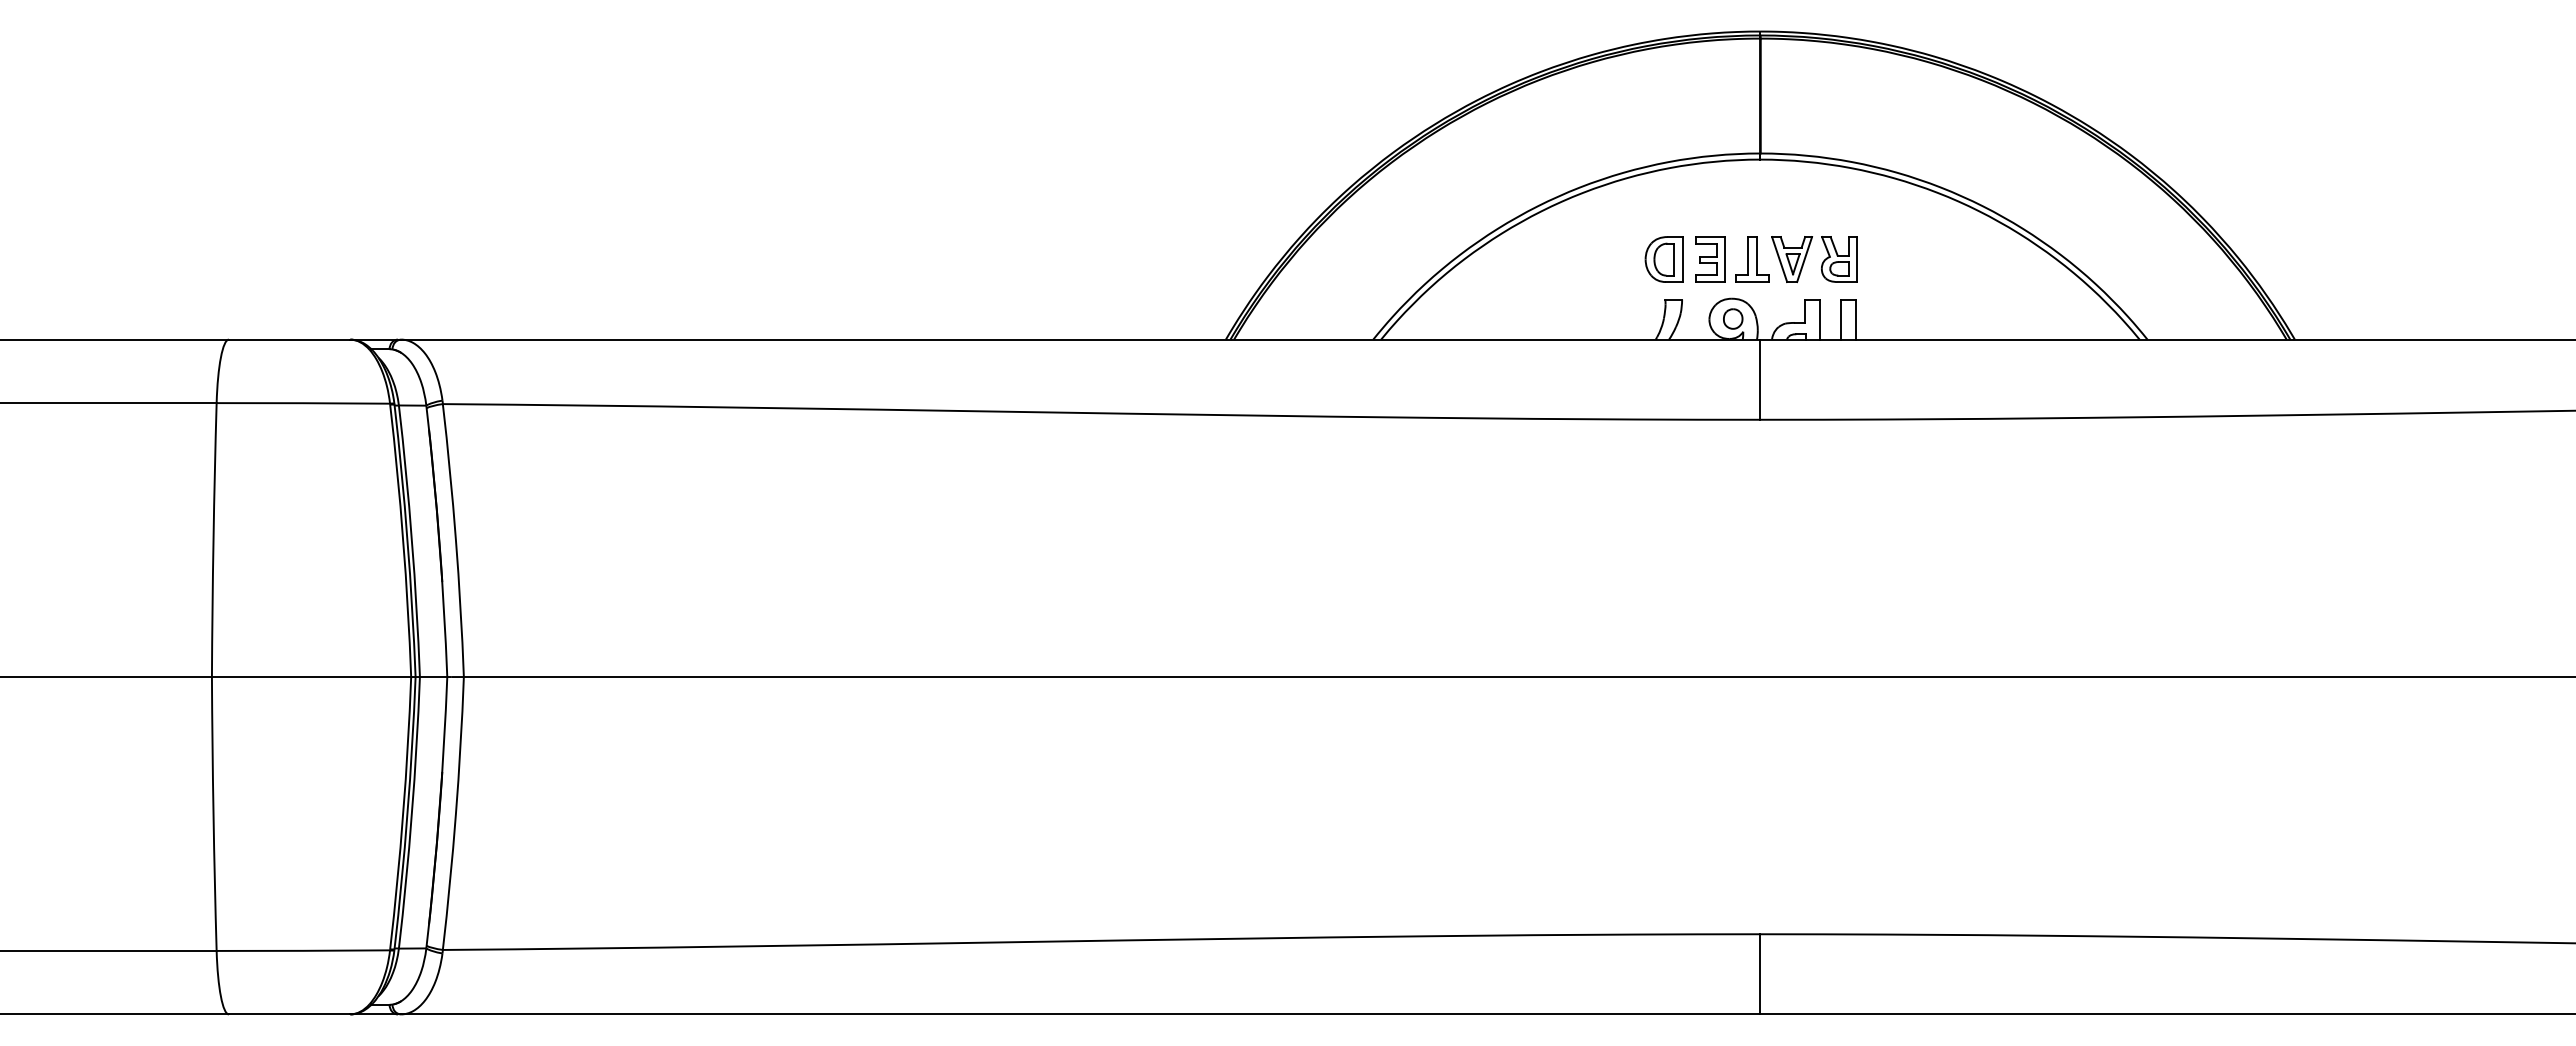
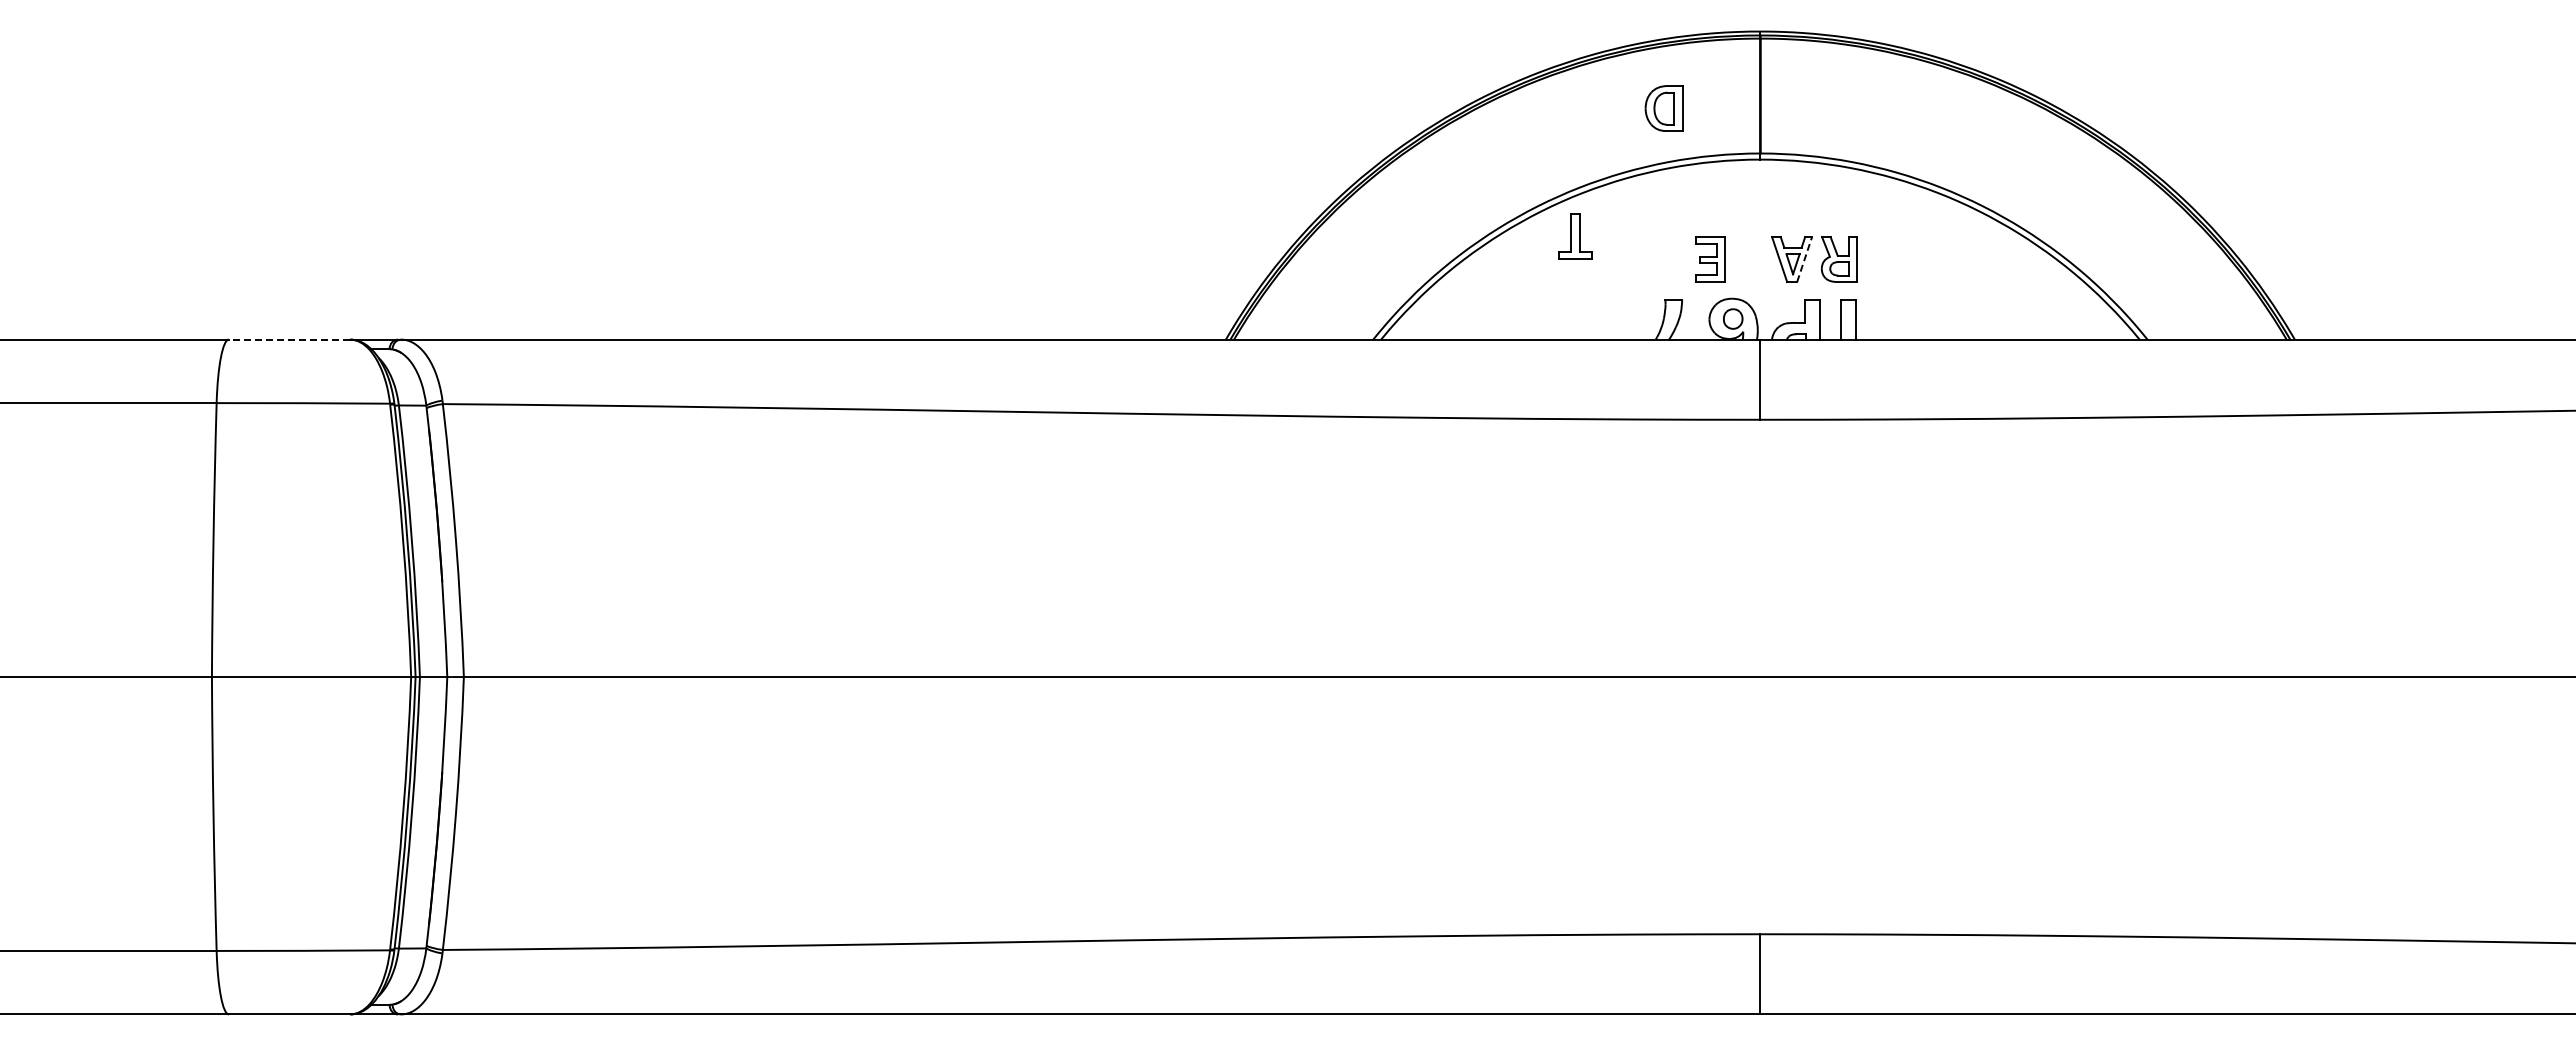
part at (1663, 259) position: (1663, 259) -> (1663, 108)
part at (1752, 259) position: (1752, 259) -> (1575, 236)
line at (1804, 259): solid -> dashed
line at (289, 339): solid -> dashed
